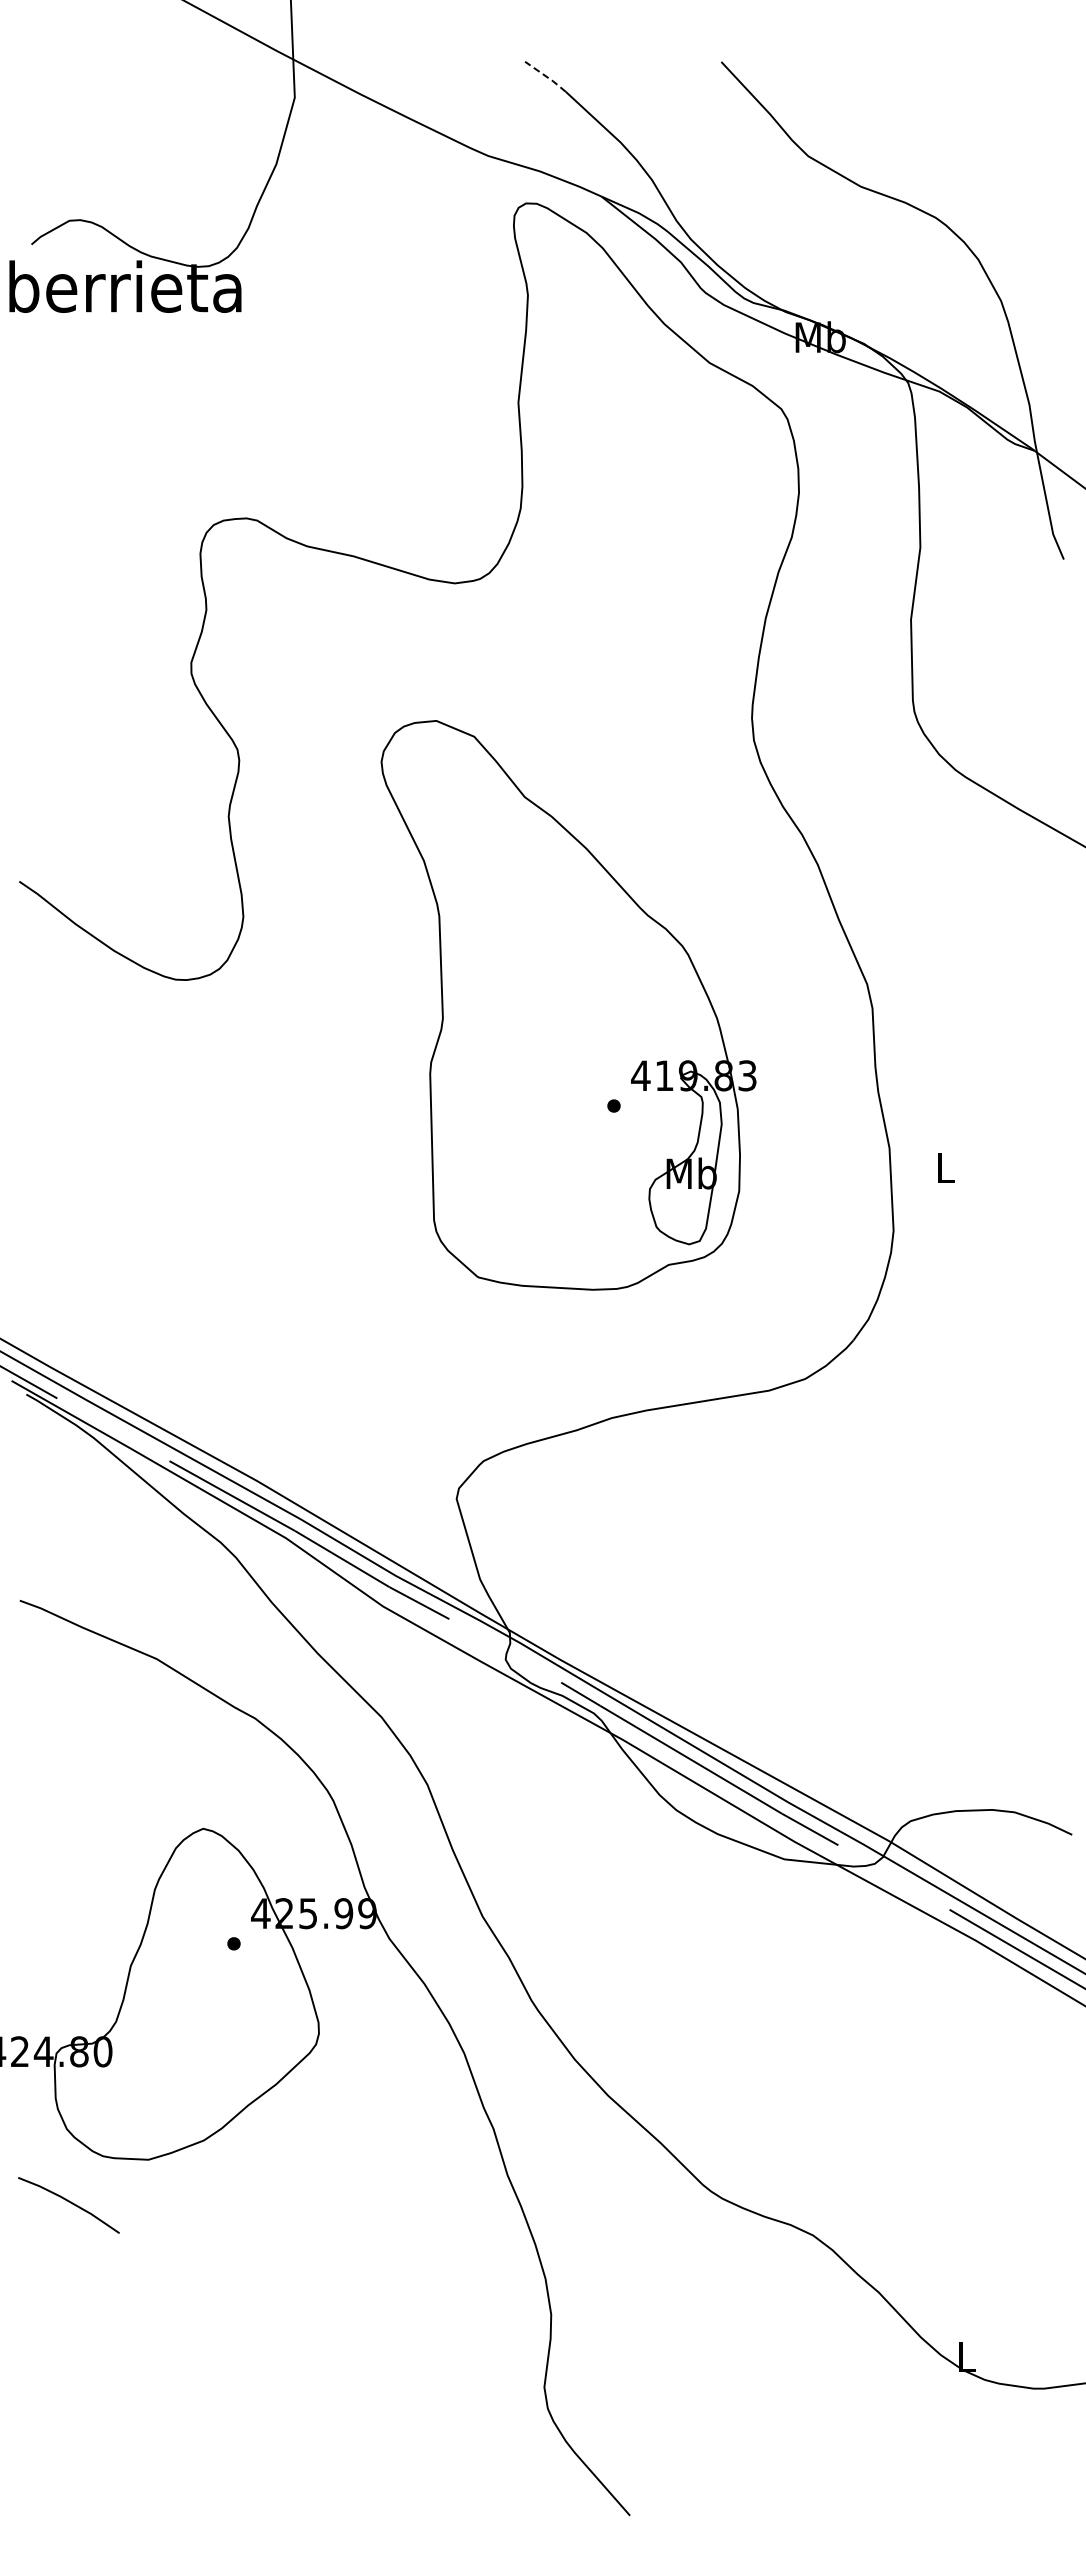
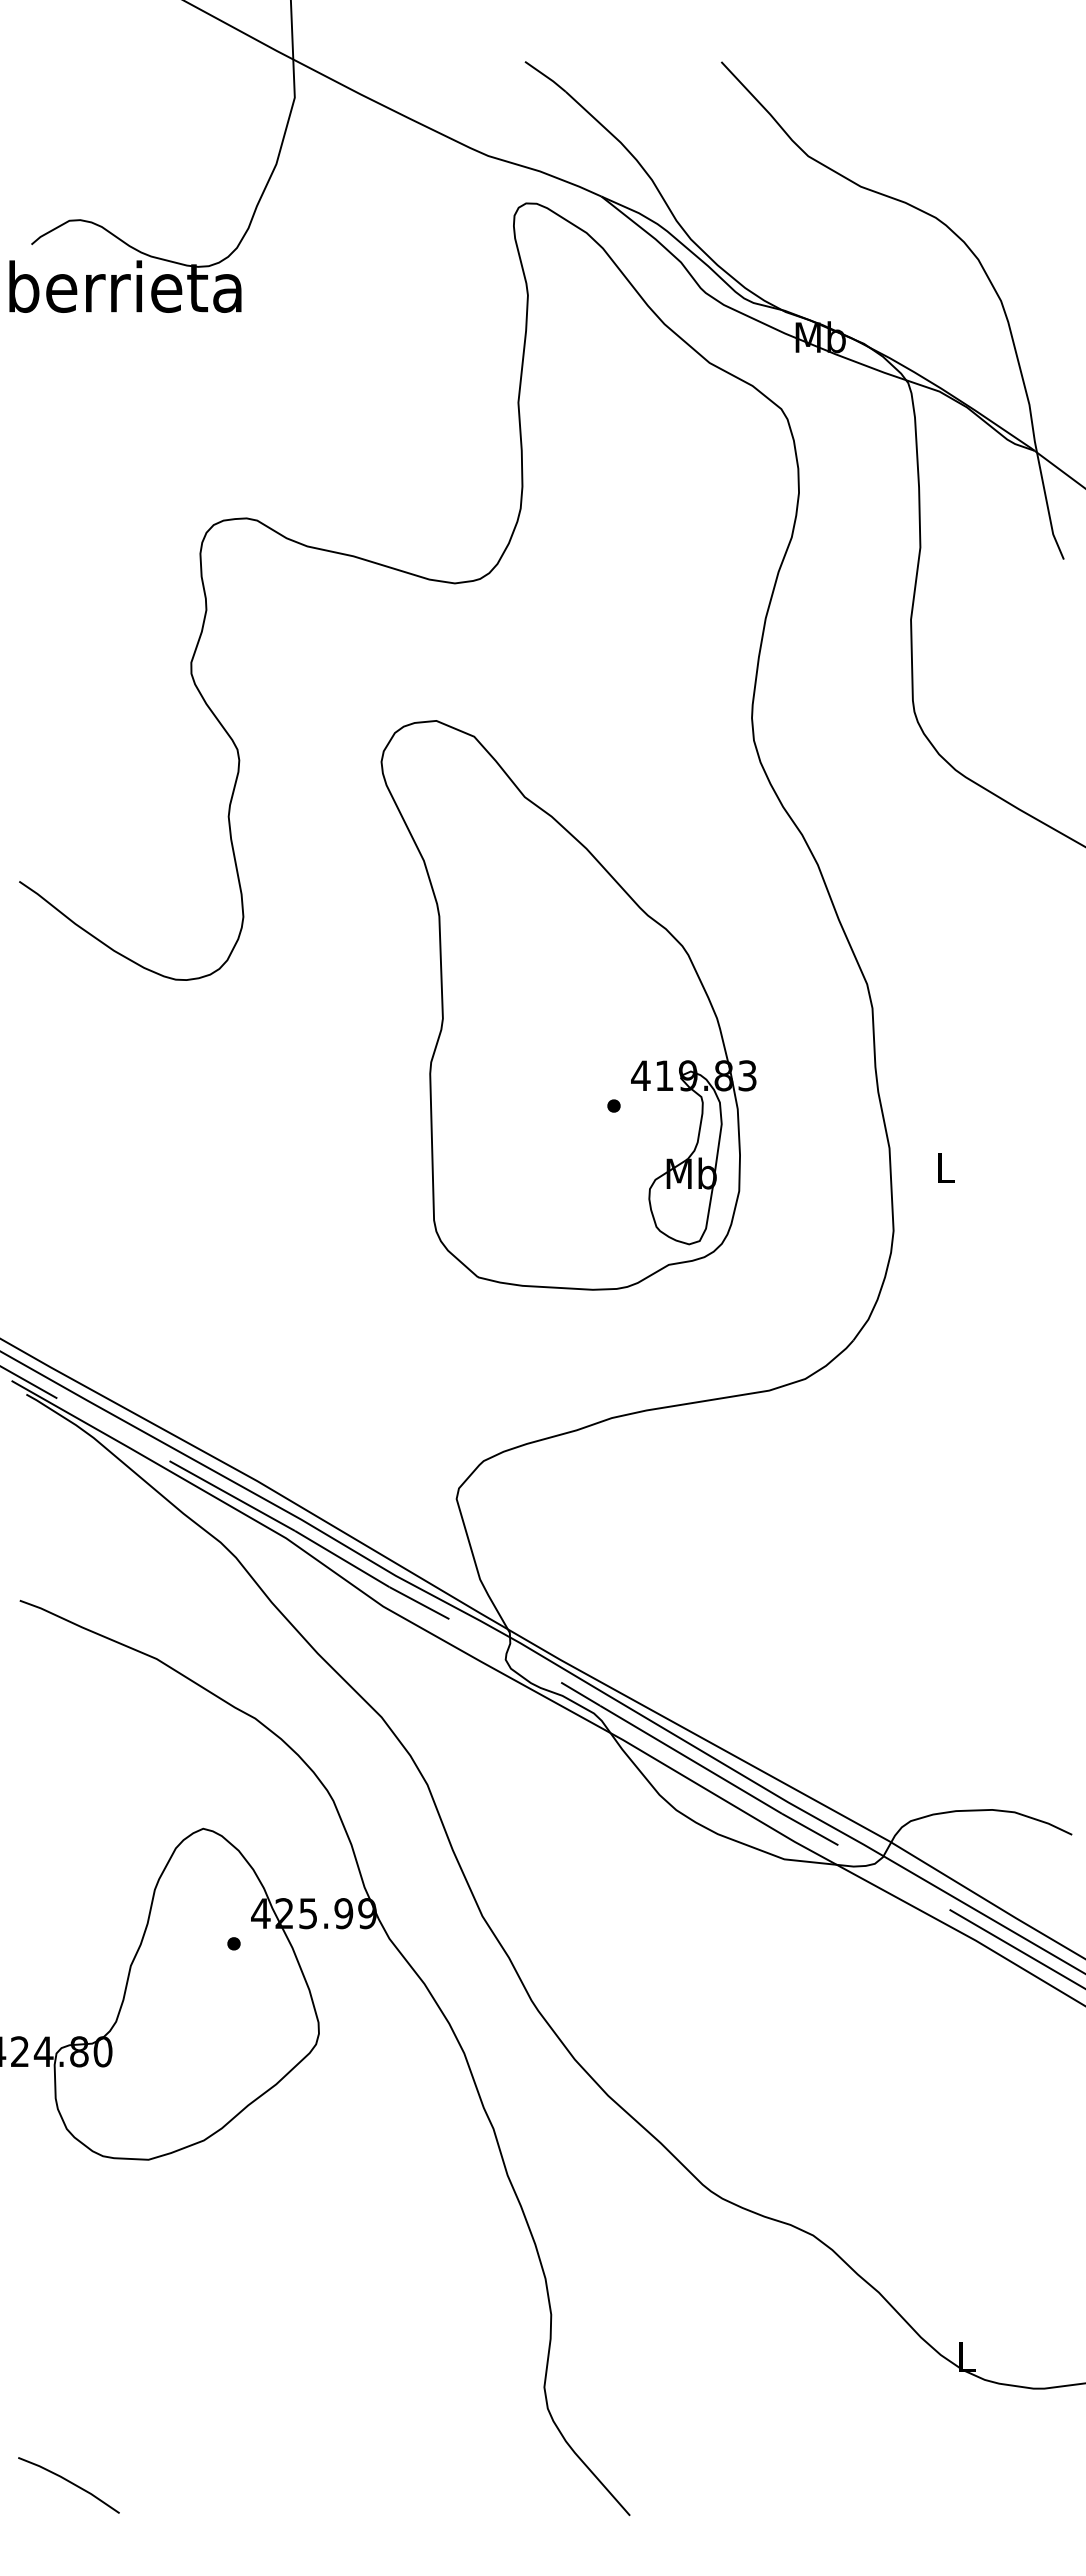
line at (546, 76): dashed -> solid
line at (70, 2203) position: (70, 2203) -> (70, 2483)
